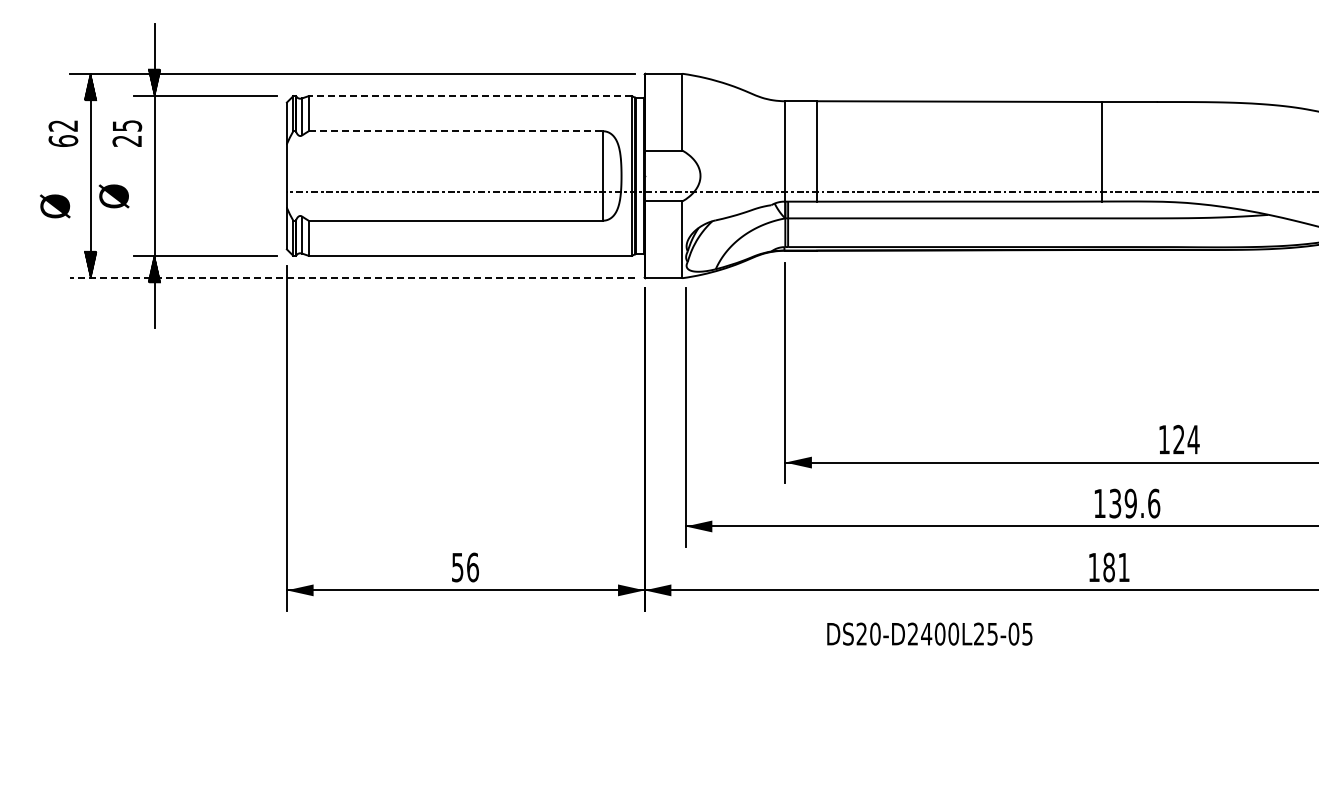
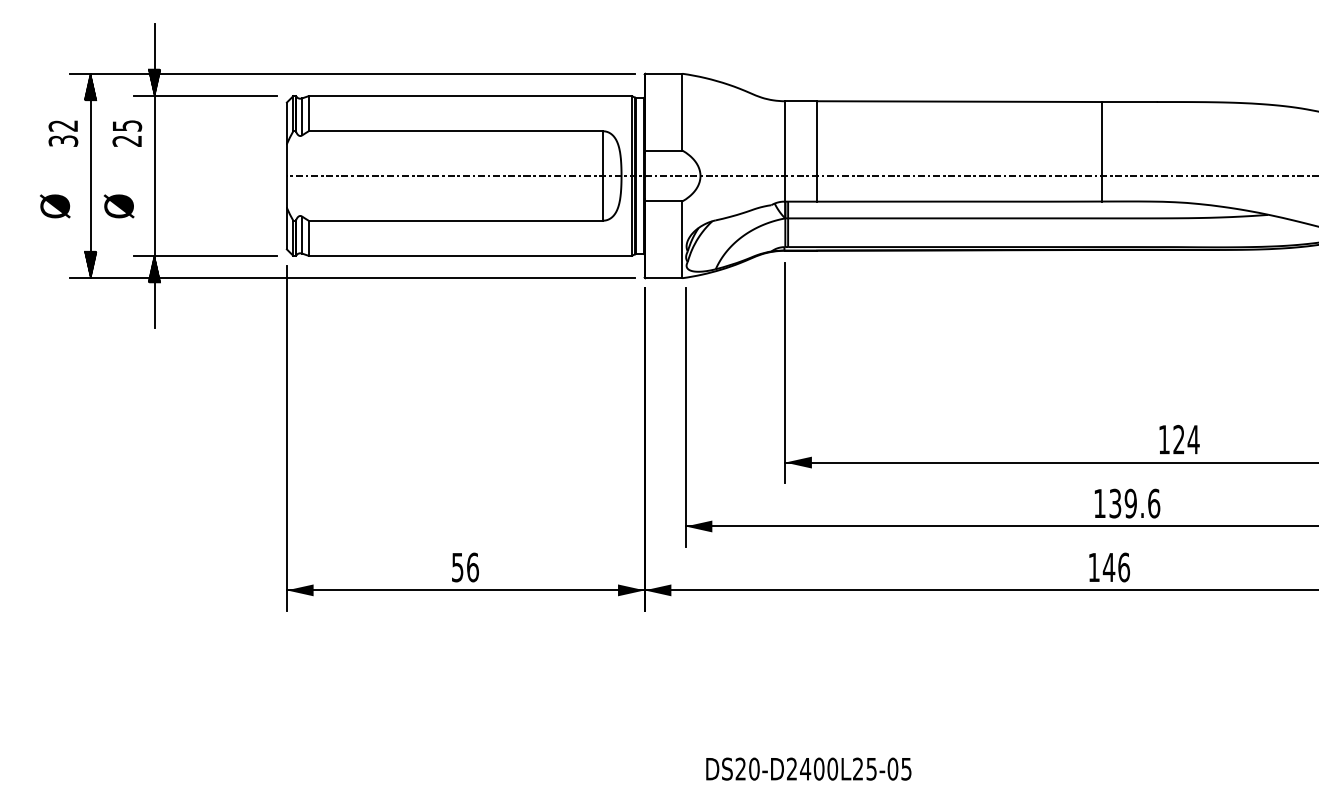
line at (470, 96): dashed -> solid
line at (456, 131): dashed -> solid
text at (63, 140): 62 -> 32
line at (800, 192) position: (800, 192) -> (800, 176)
text at (113, 196) position: (113, 196) -> (118, 206)
line at (351, 278): dashed -> solid
text at (1116, 567): 181 -> 146
text at (929, 633) position: (929, 633) -> (808, 768)
